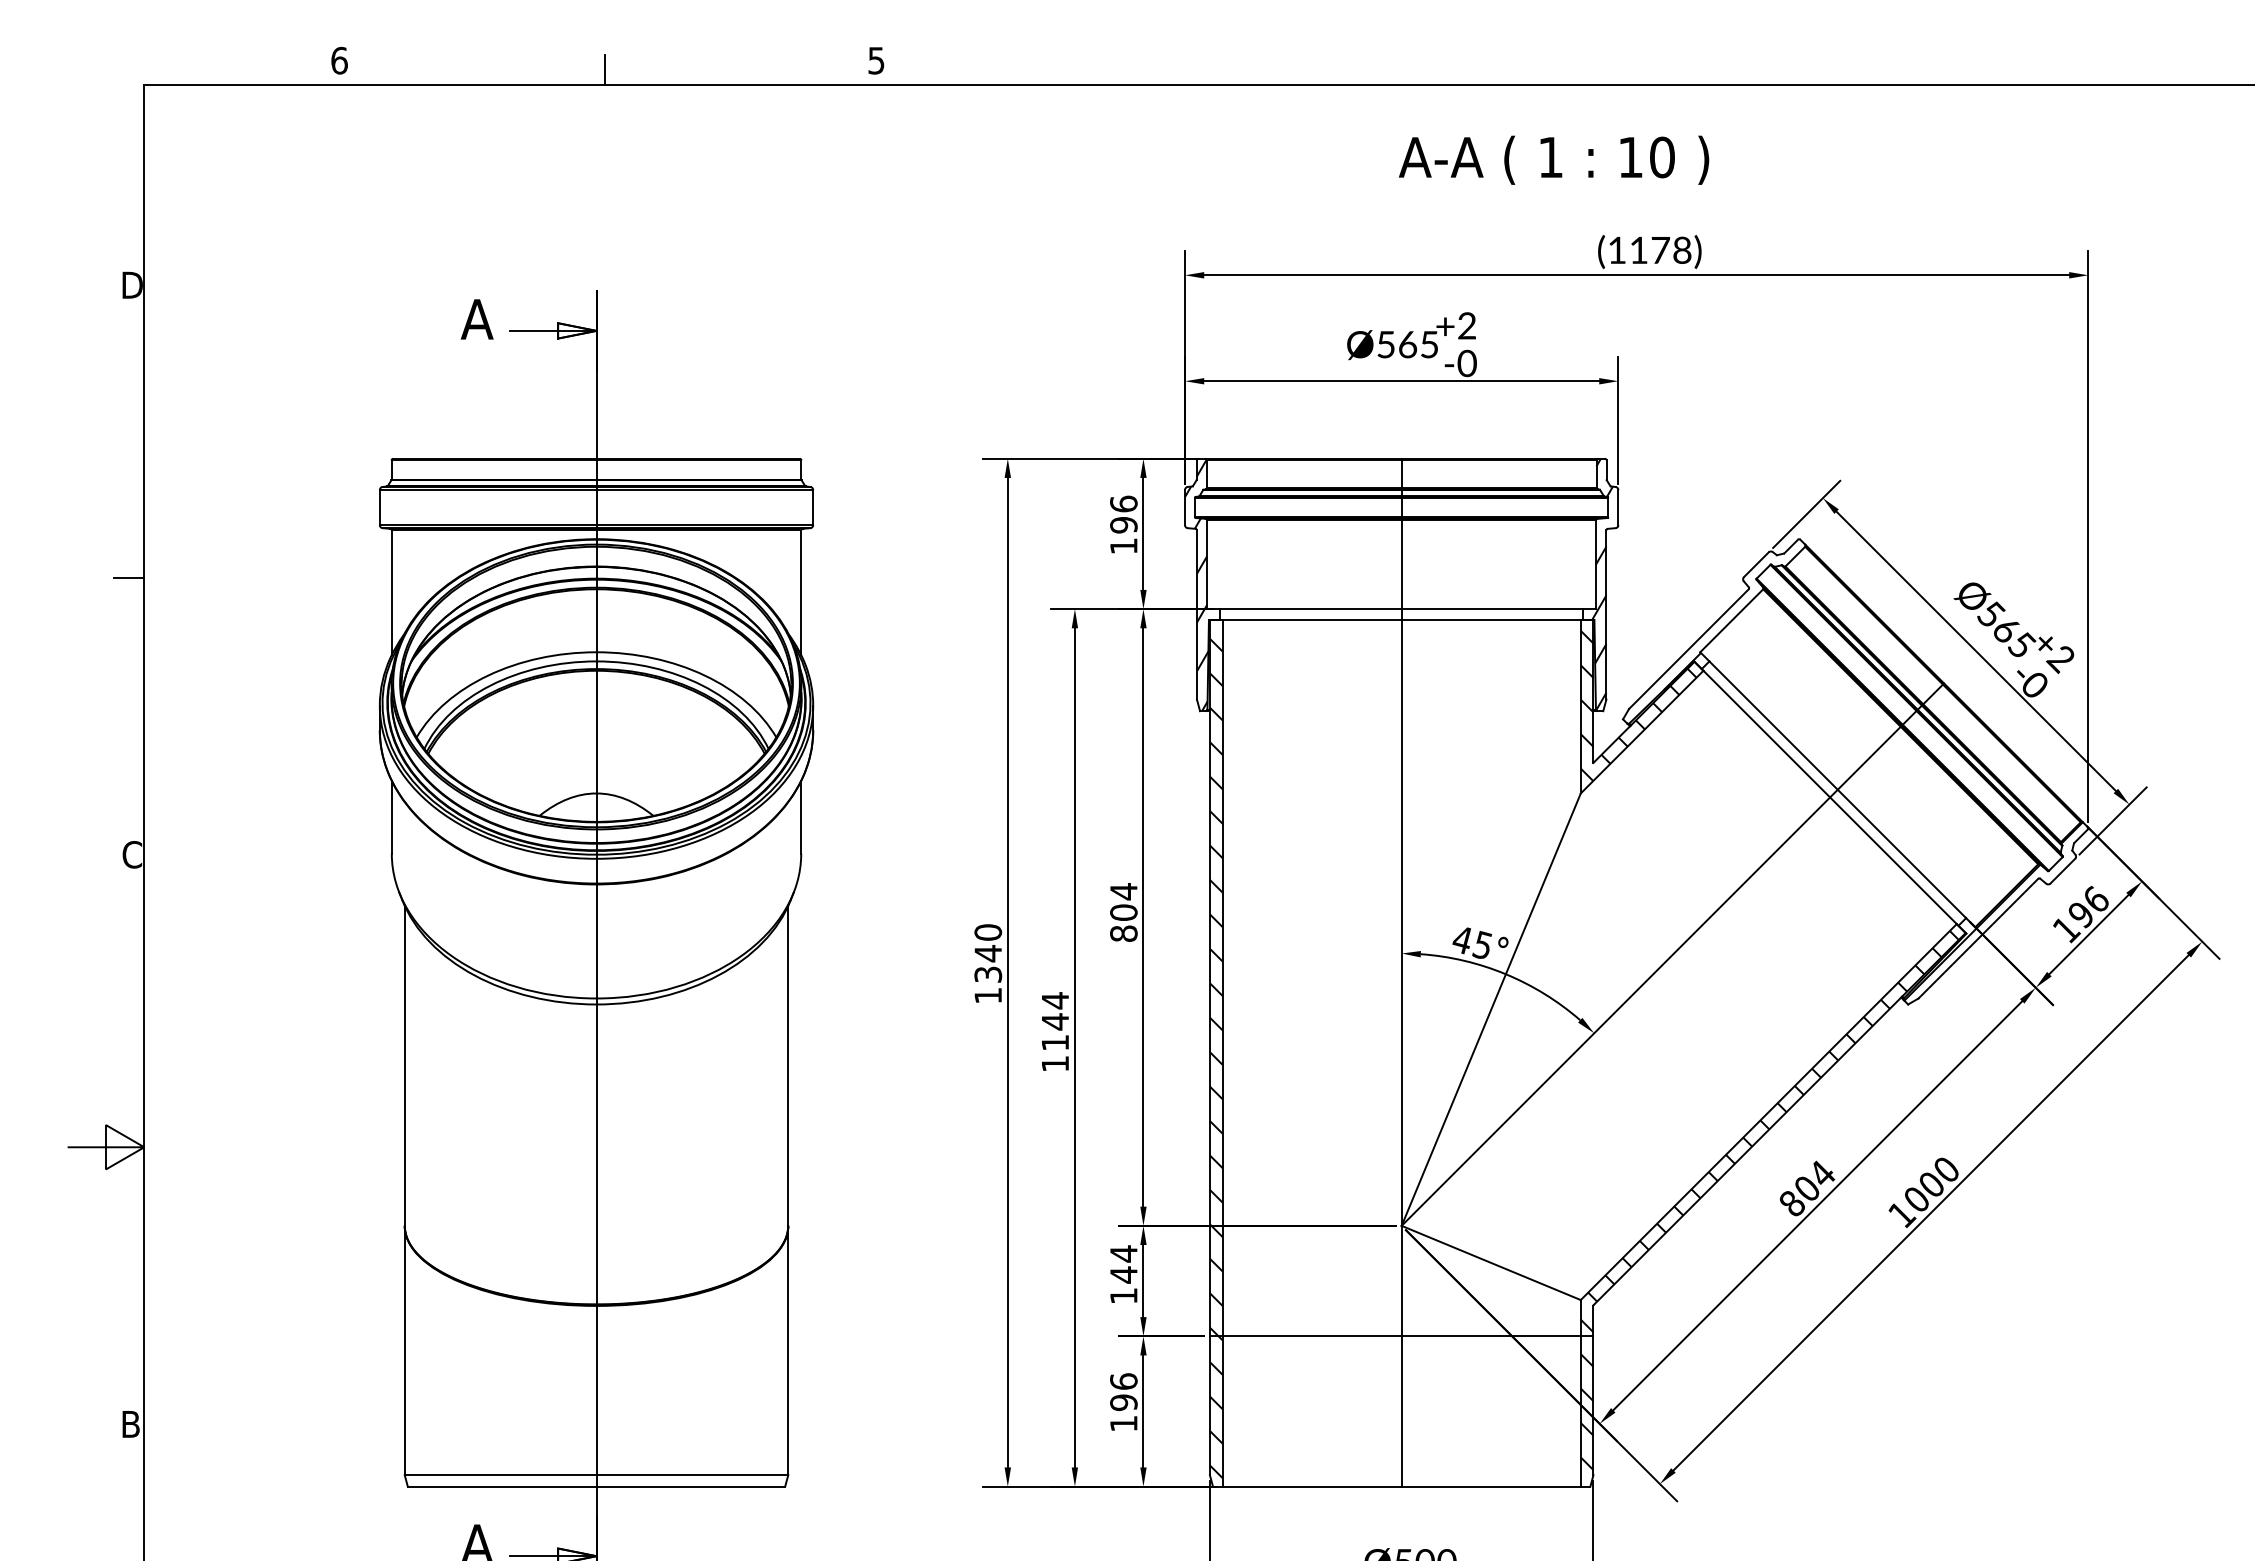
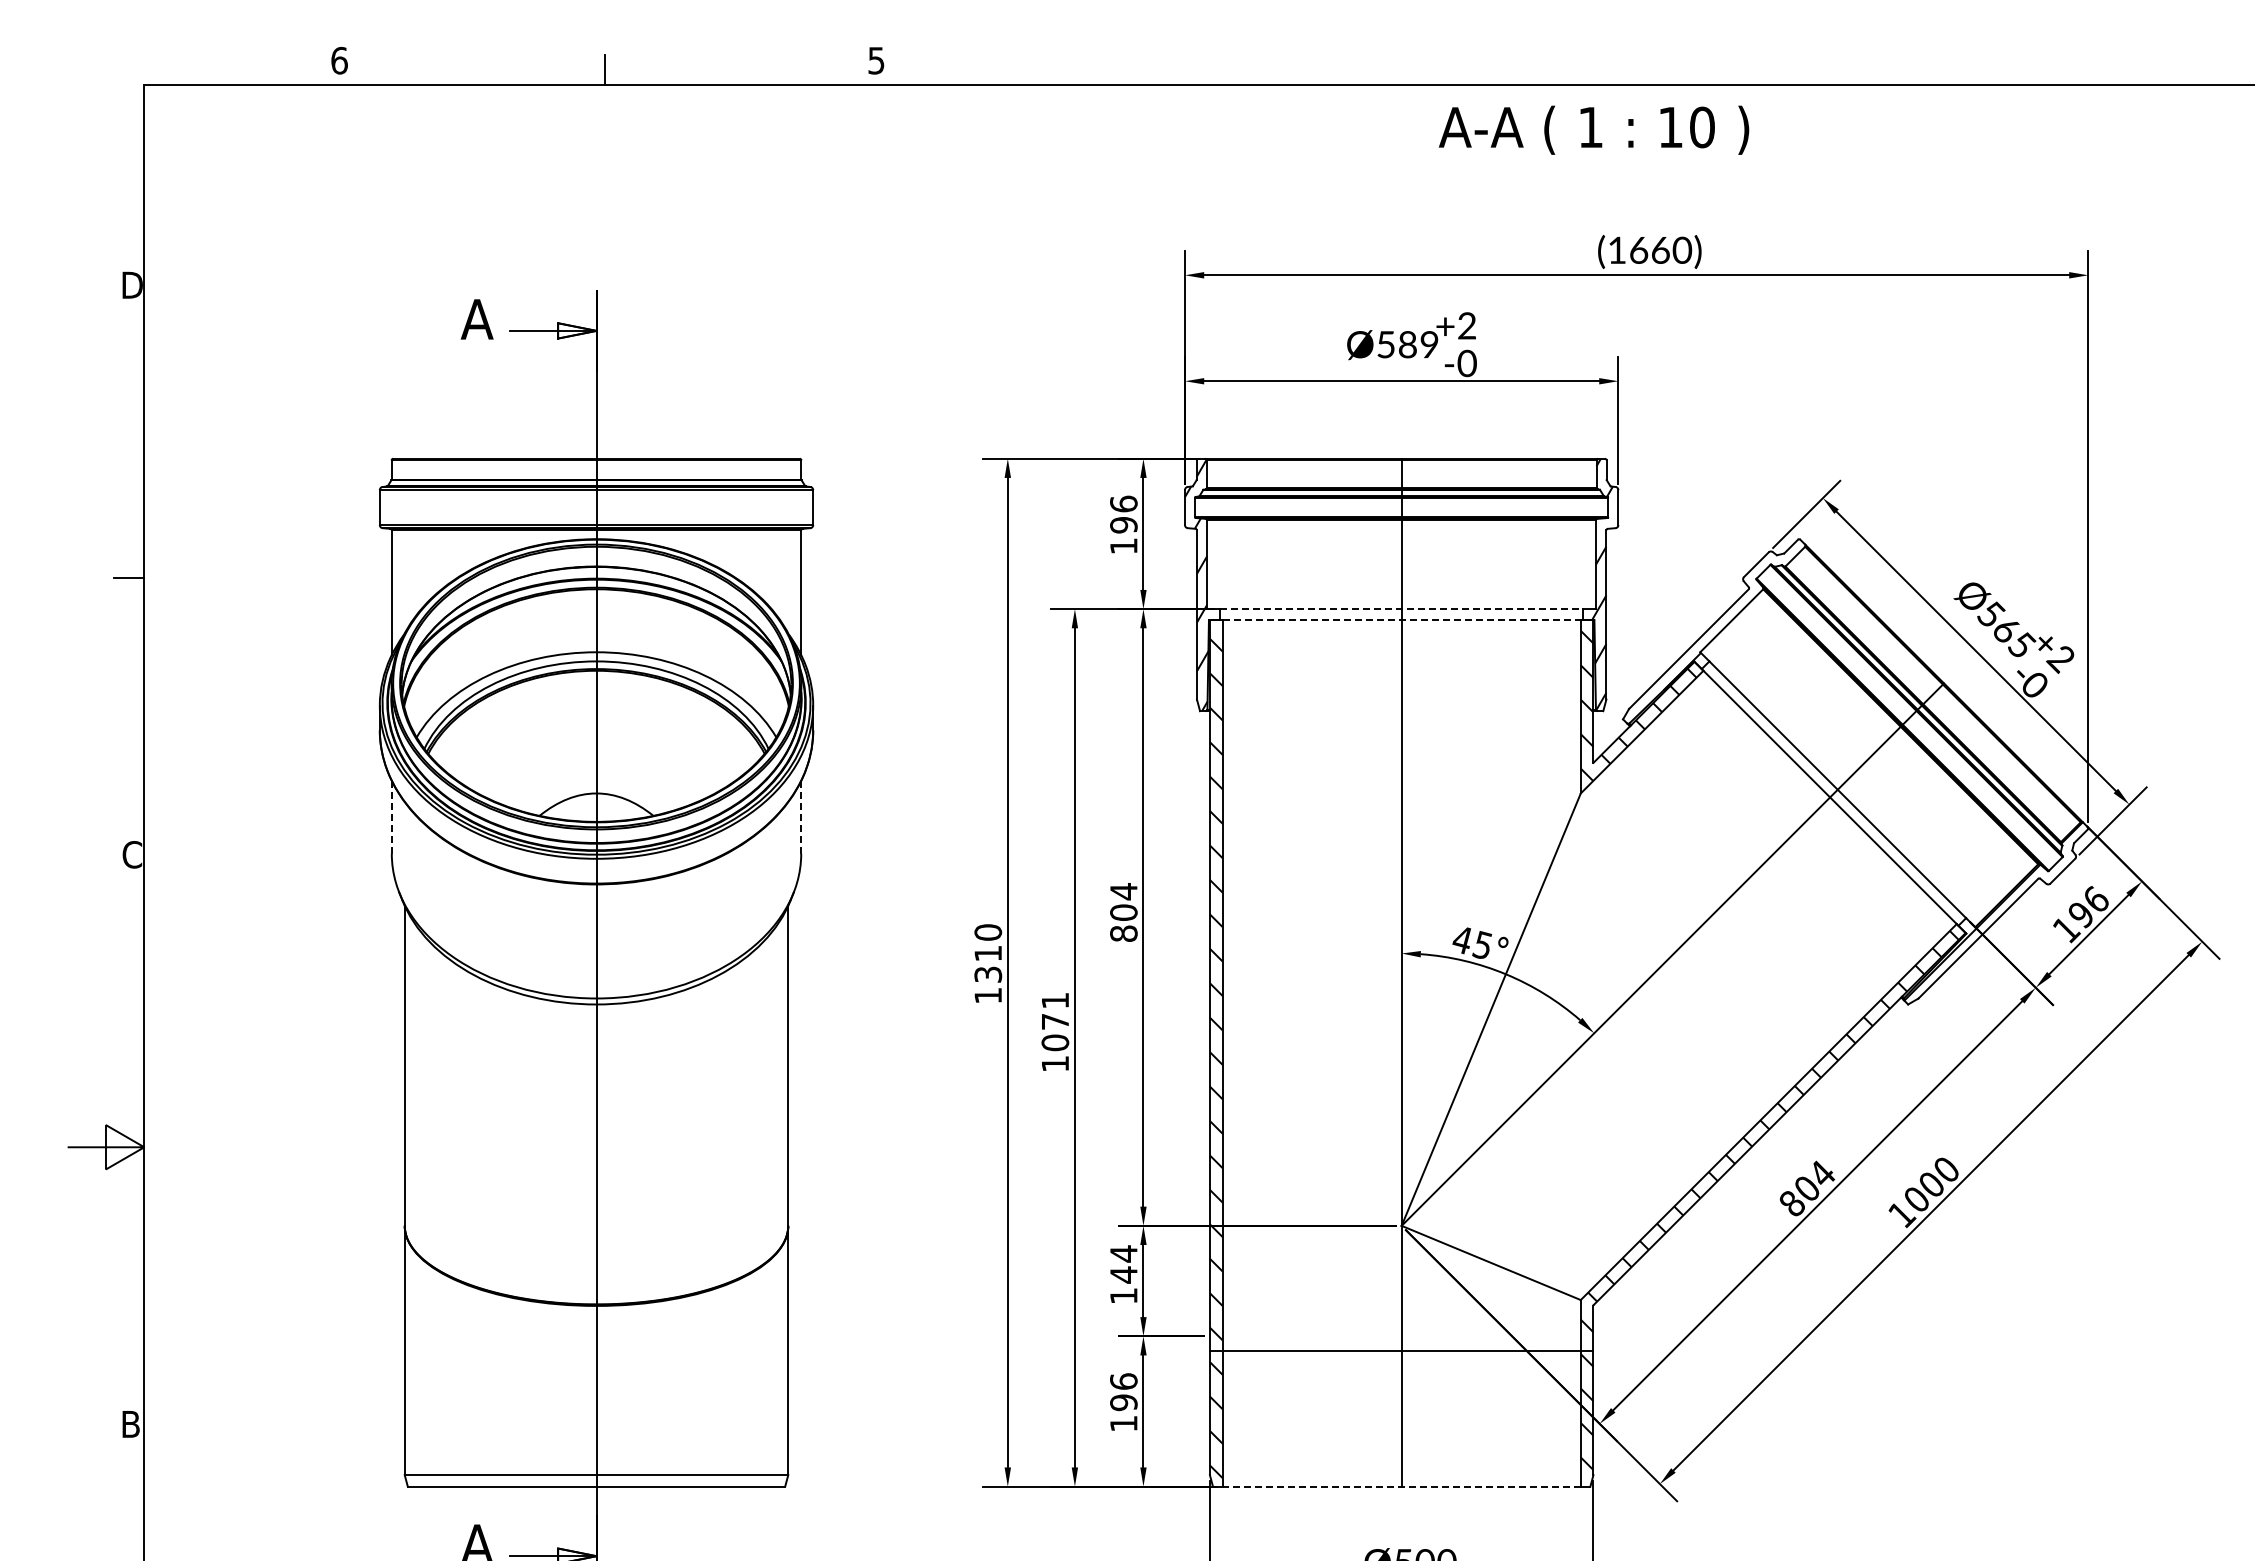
text at (1553, 159) position: (1553, 159) -> (1593, 129)
text at (1661, 249): (1178) -> (1660)
text at (1418, 344): Ø565 -> Ø589
line at (1401, 609): solid -> dashed
line at (1402, 619): solid -> dashed
line at (391, 817): solid -> dashed
line at (801, 817): solid -> dashed
text at (987, 953): 1340 -> 1310
text at (1055, 1021): 1144 -> 1071
line at (1401, 1336) position: (1401, 1336) -> (1401, 1351)
line at (1401, 1486): solid -> dashed
